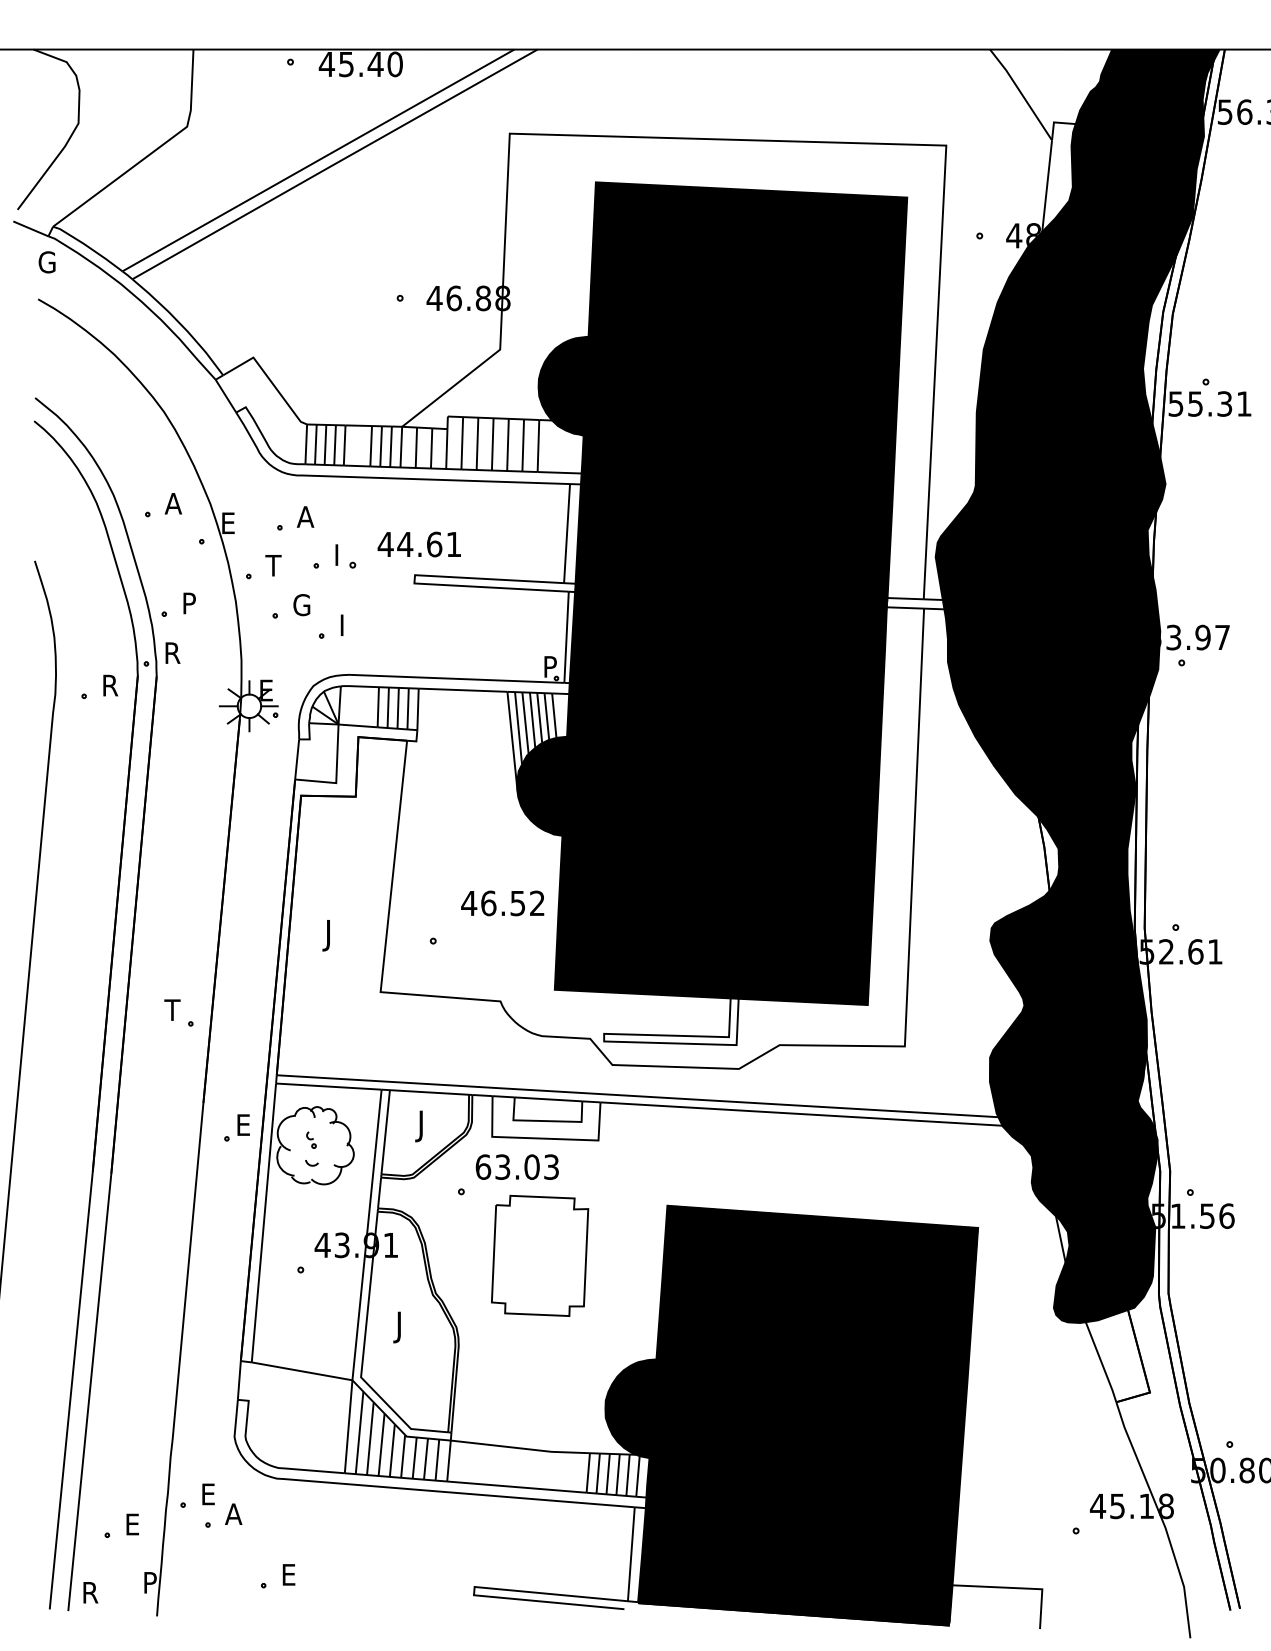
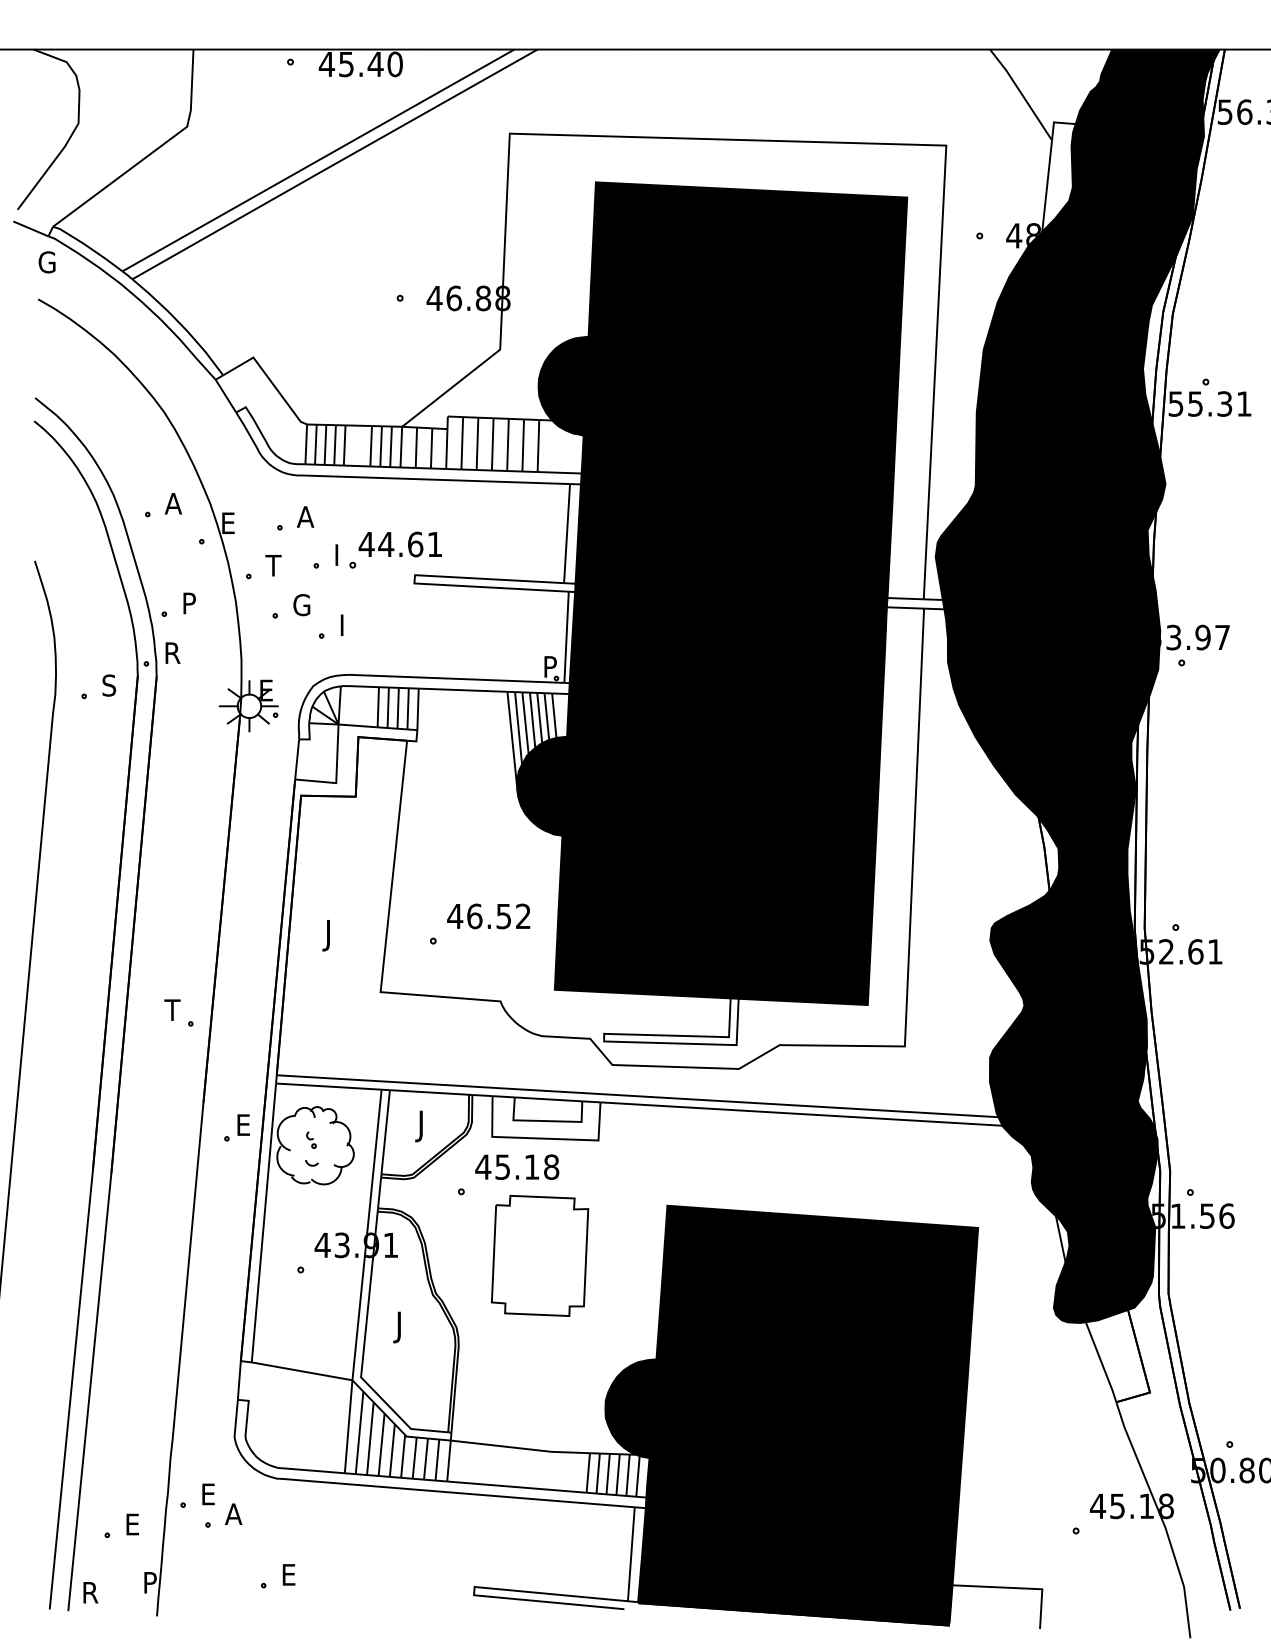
text at (418, 544) position: (418, 544) -> (399, 544)
text at (110, 685): R -> S
text at (502, 903) position: (502, 903) -> (488, 916)
text at (517, 1166): 63.03 -> 45.18
